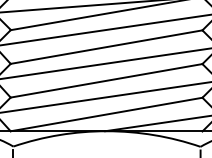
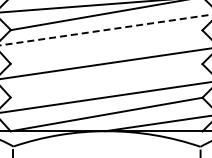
line at (105, 30): solid -> dashed
line at (106, 46): present -> none
line at (106, 80): present -> none
